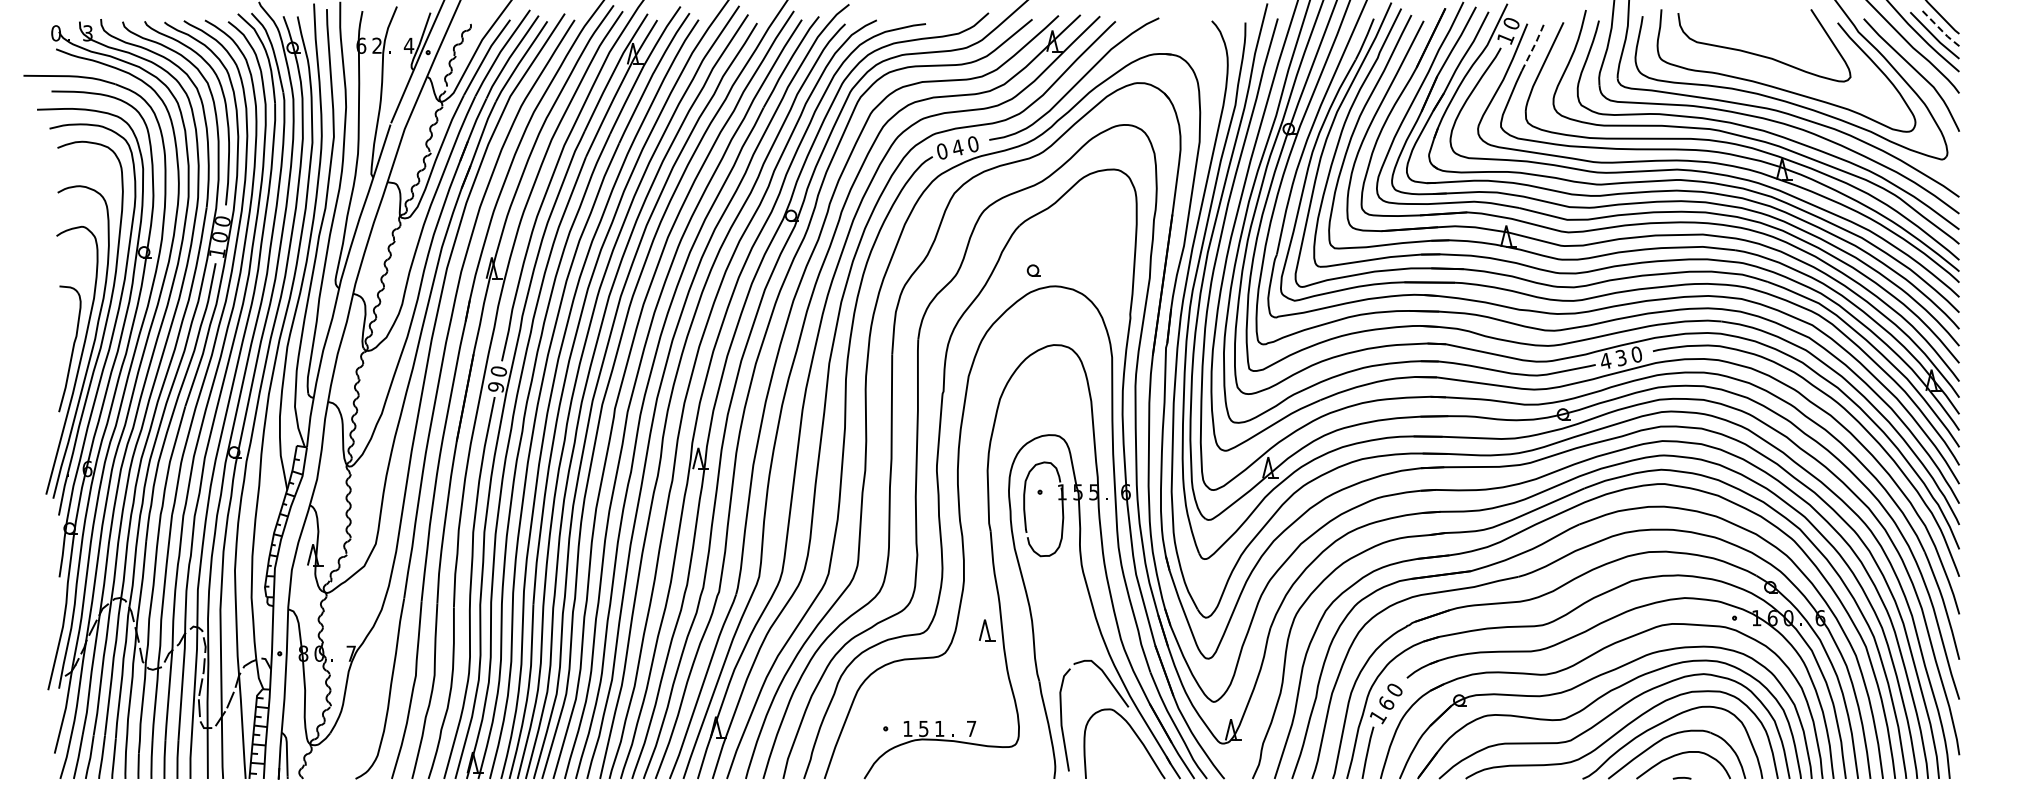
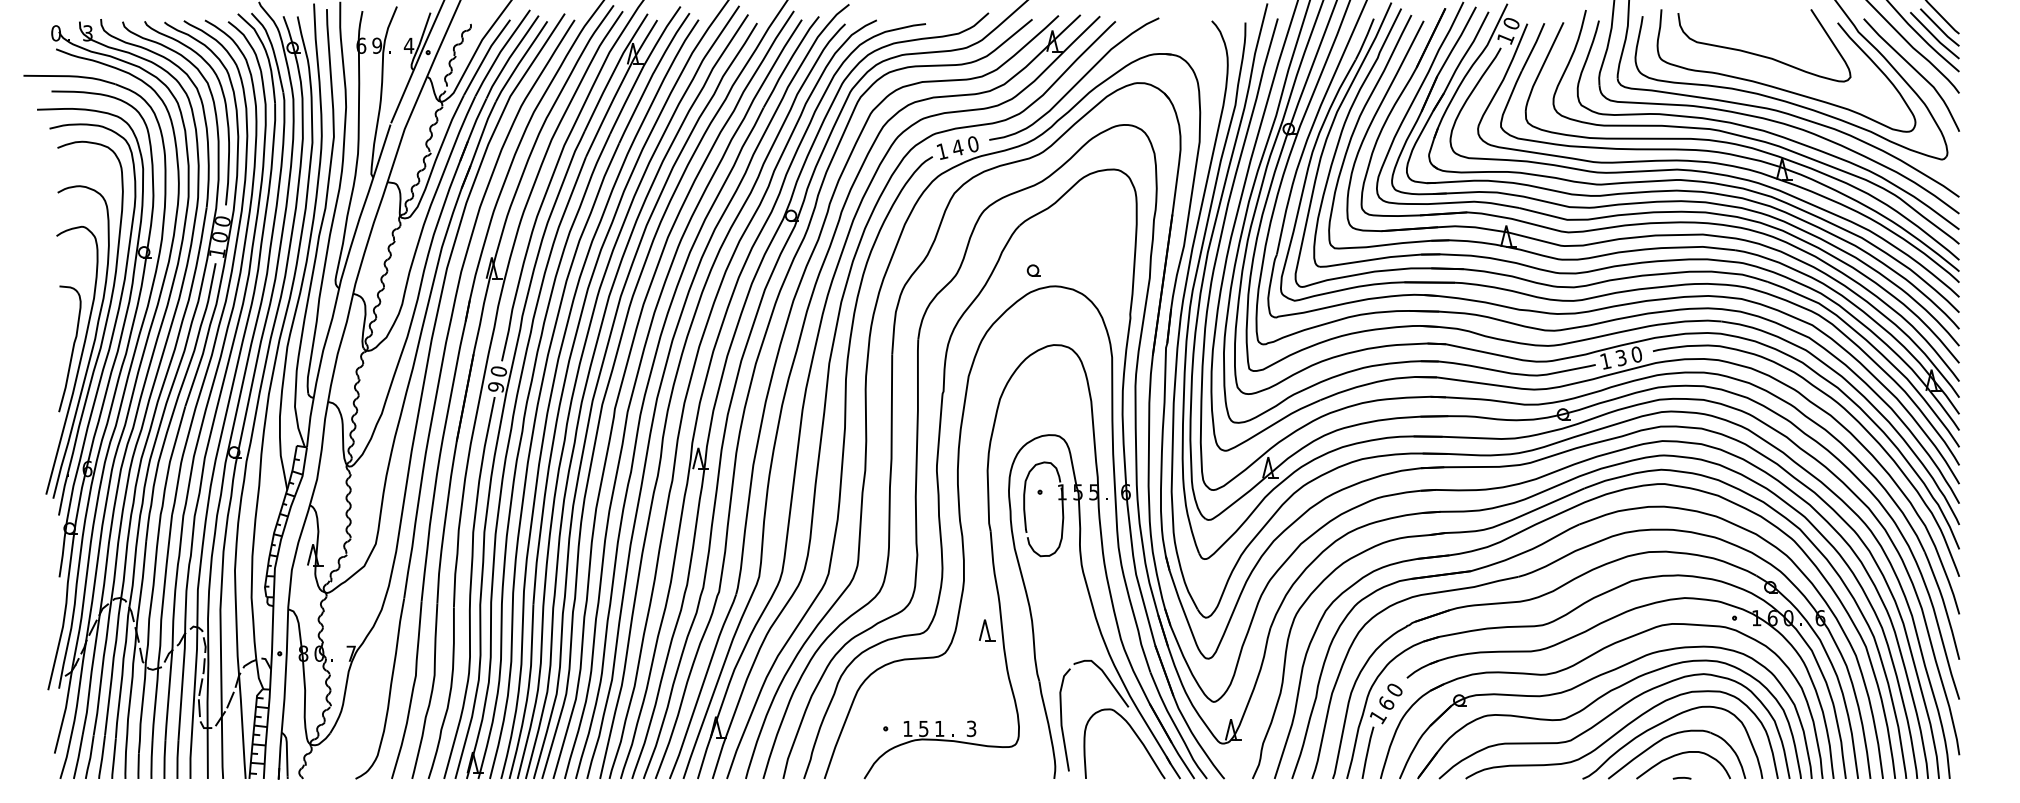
line at (1939, 28): dashed -> solid
text at (377, 45): 2 -> 9
line at (1534, 46): dashed -> solid
text at (942, 151): 0 -> 1
text at (1605, 361): 4 -> 1
text at (971, 728): 7 -> 3
